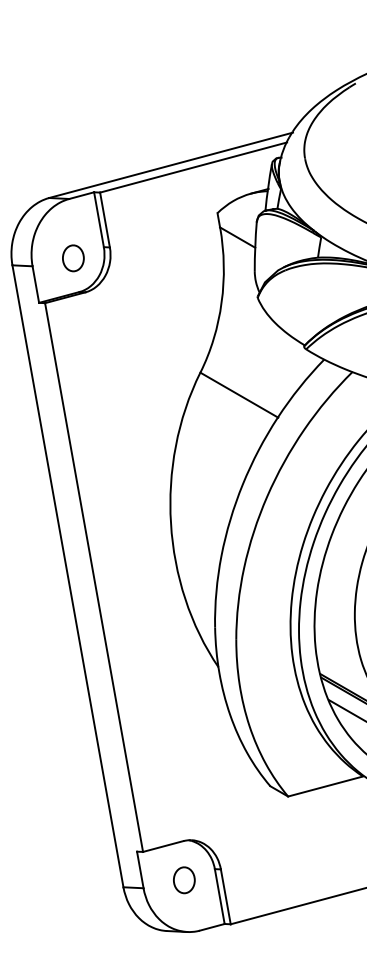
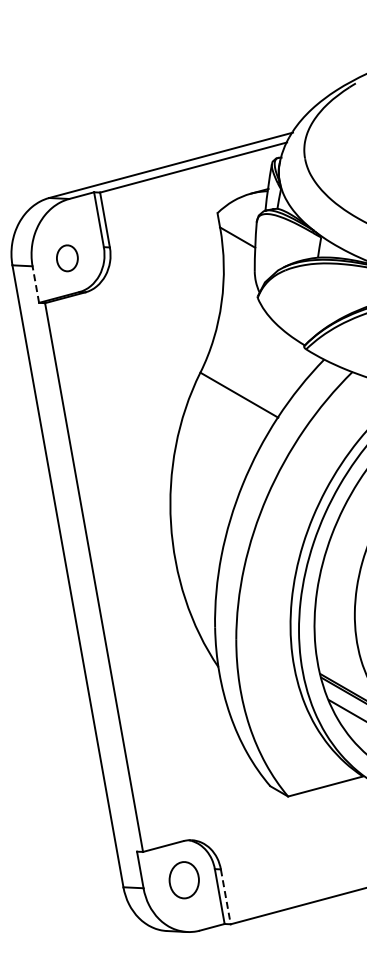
part at (73, 258) position: (73, 258) -> (67, 258)
line at (35, 284): solid -> dashed
part at (184, 880) size: 23x29 px -> 32x39 px
line at (225, 896): solid -> dashed
